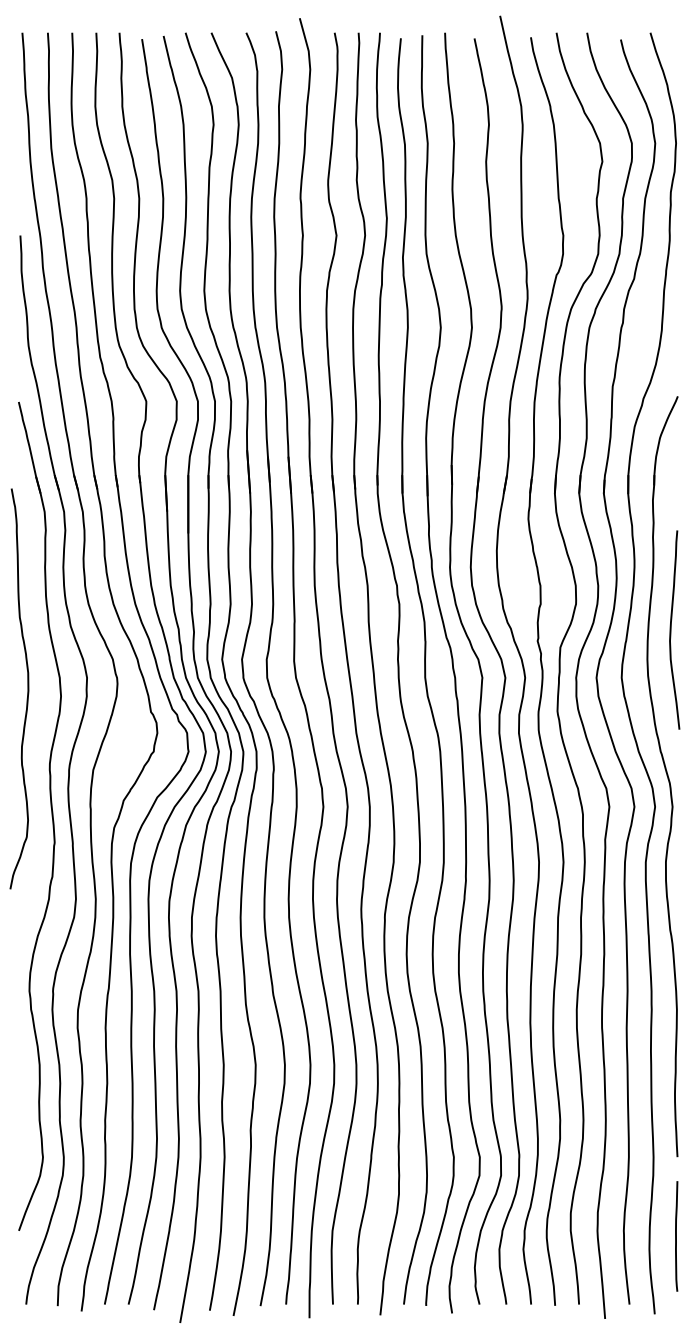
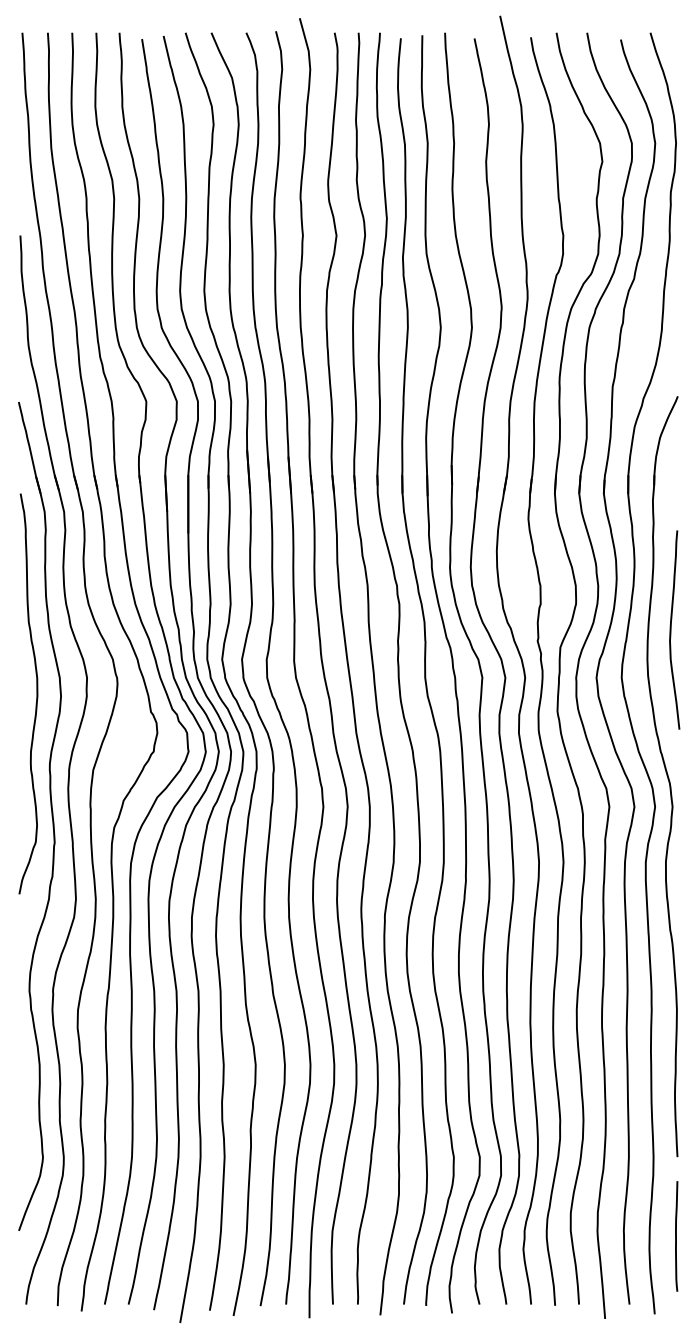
curve at (27, 688) position: (27, 688) -> (36, 693)
